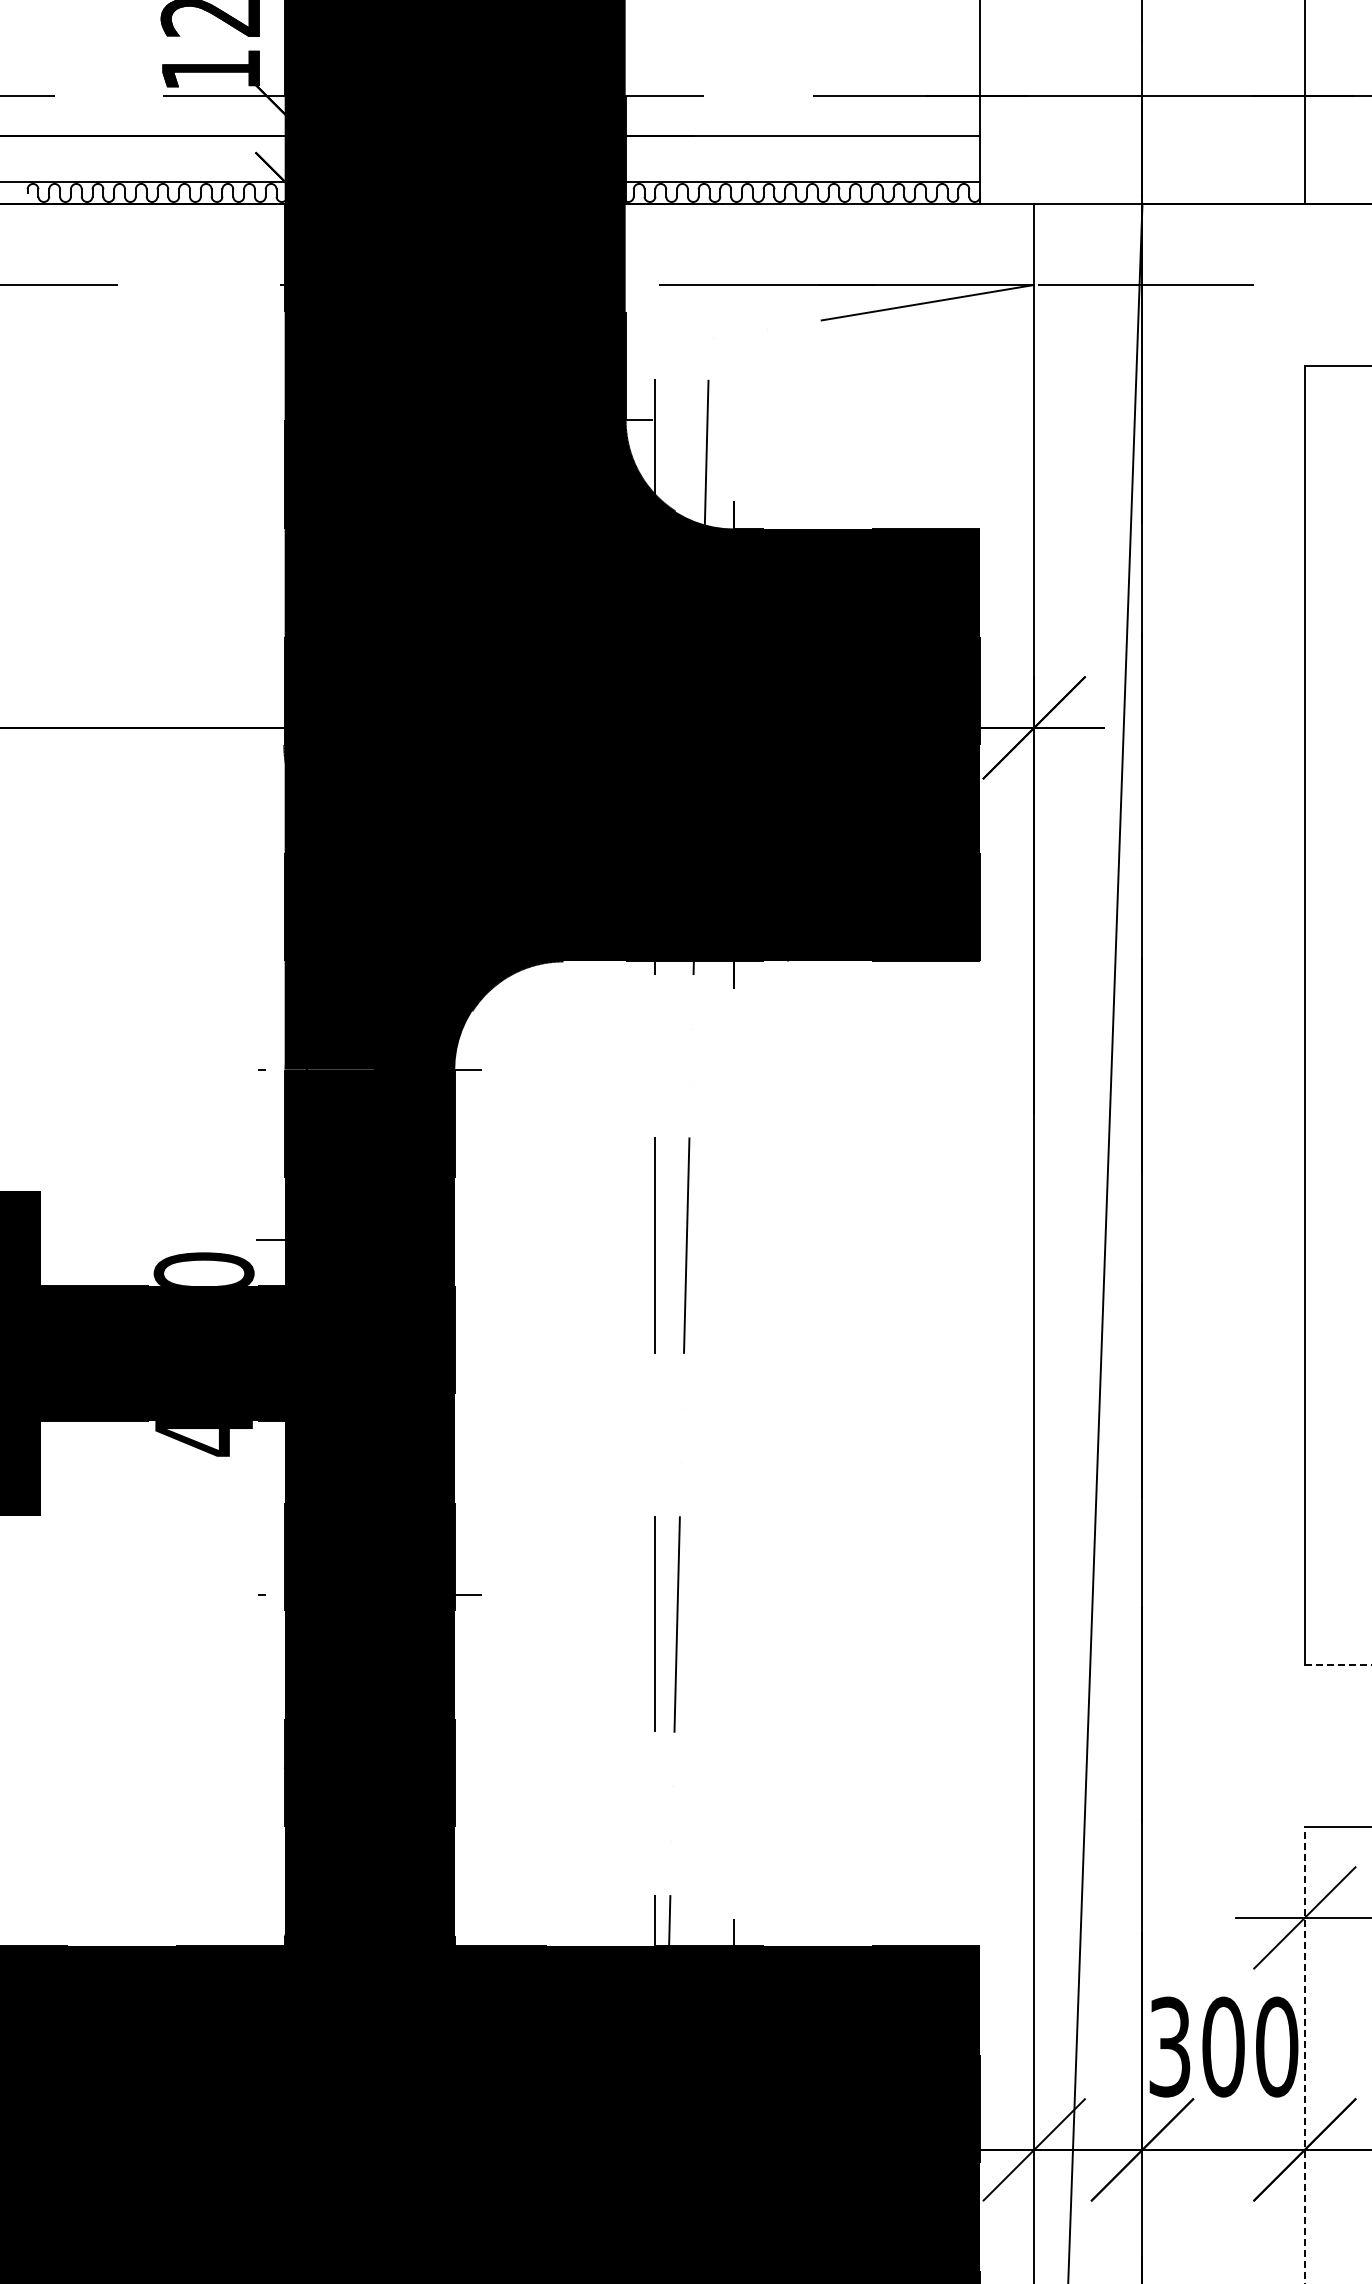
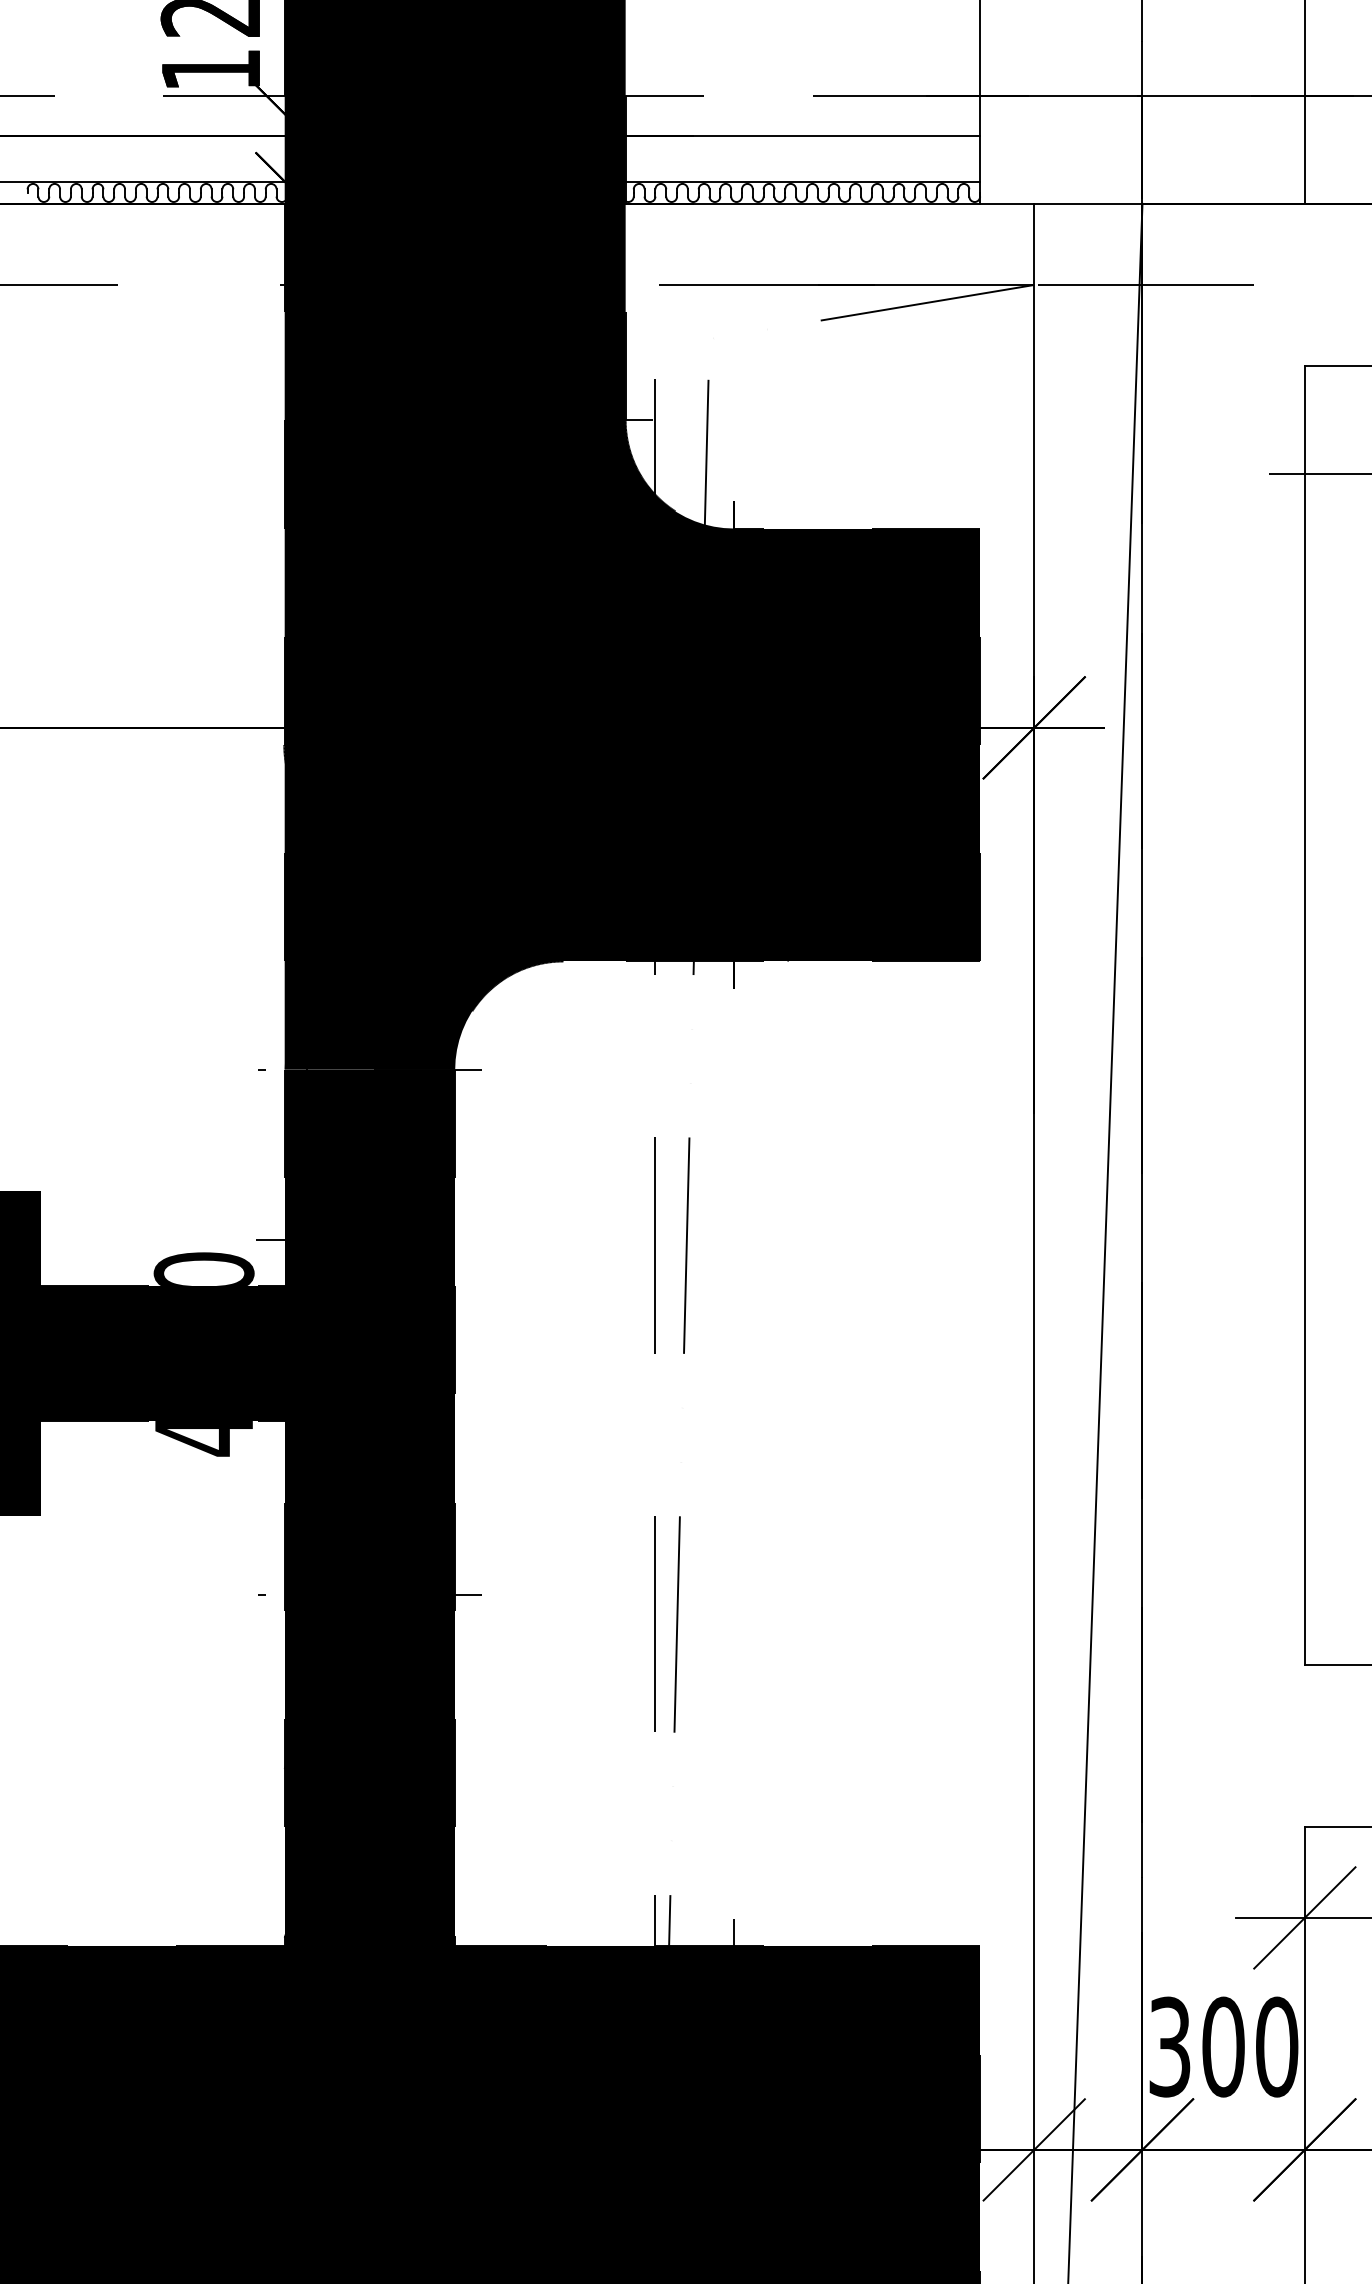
line at (1318, 474): none -> present
line at (1338, 1665): dashed -> solid
line at (1304, 2055): dashed -> solid
